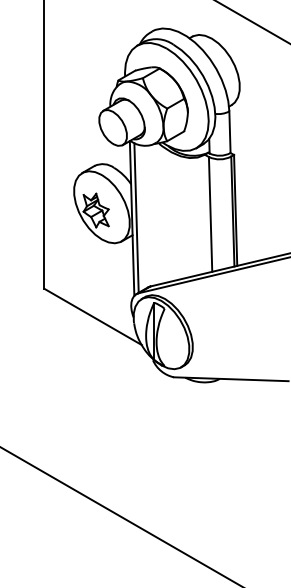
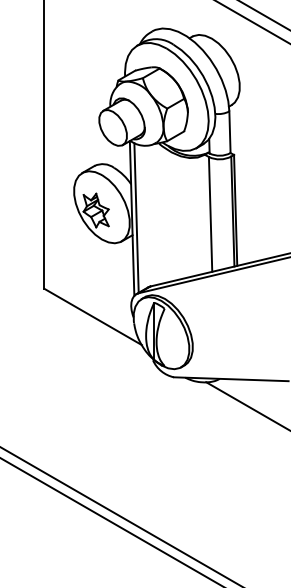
line at (264, 15): none -> present
line at (246, 405): none -> present
line at (110, 521): none -> present
